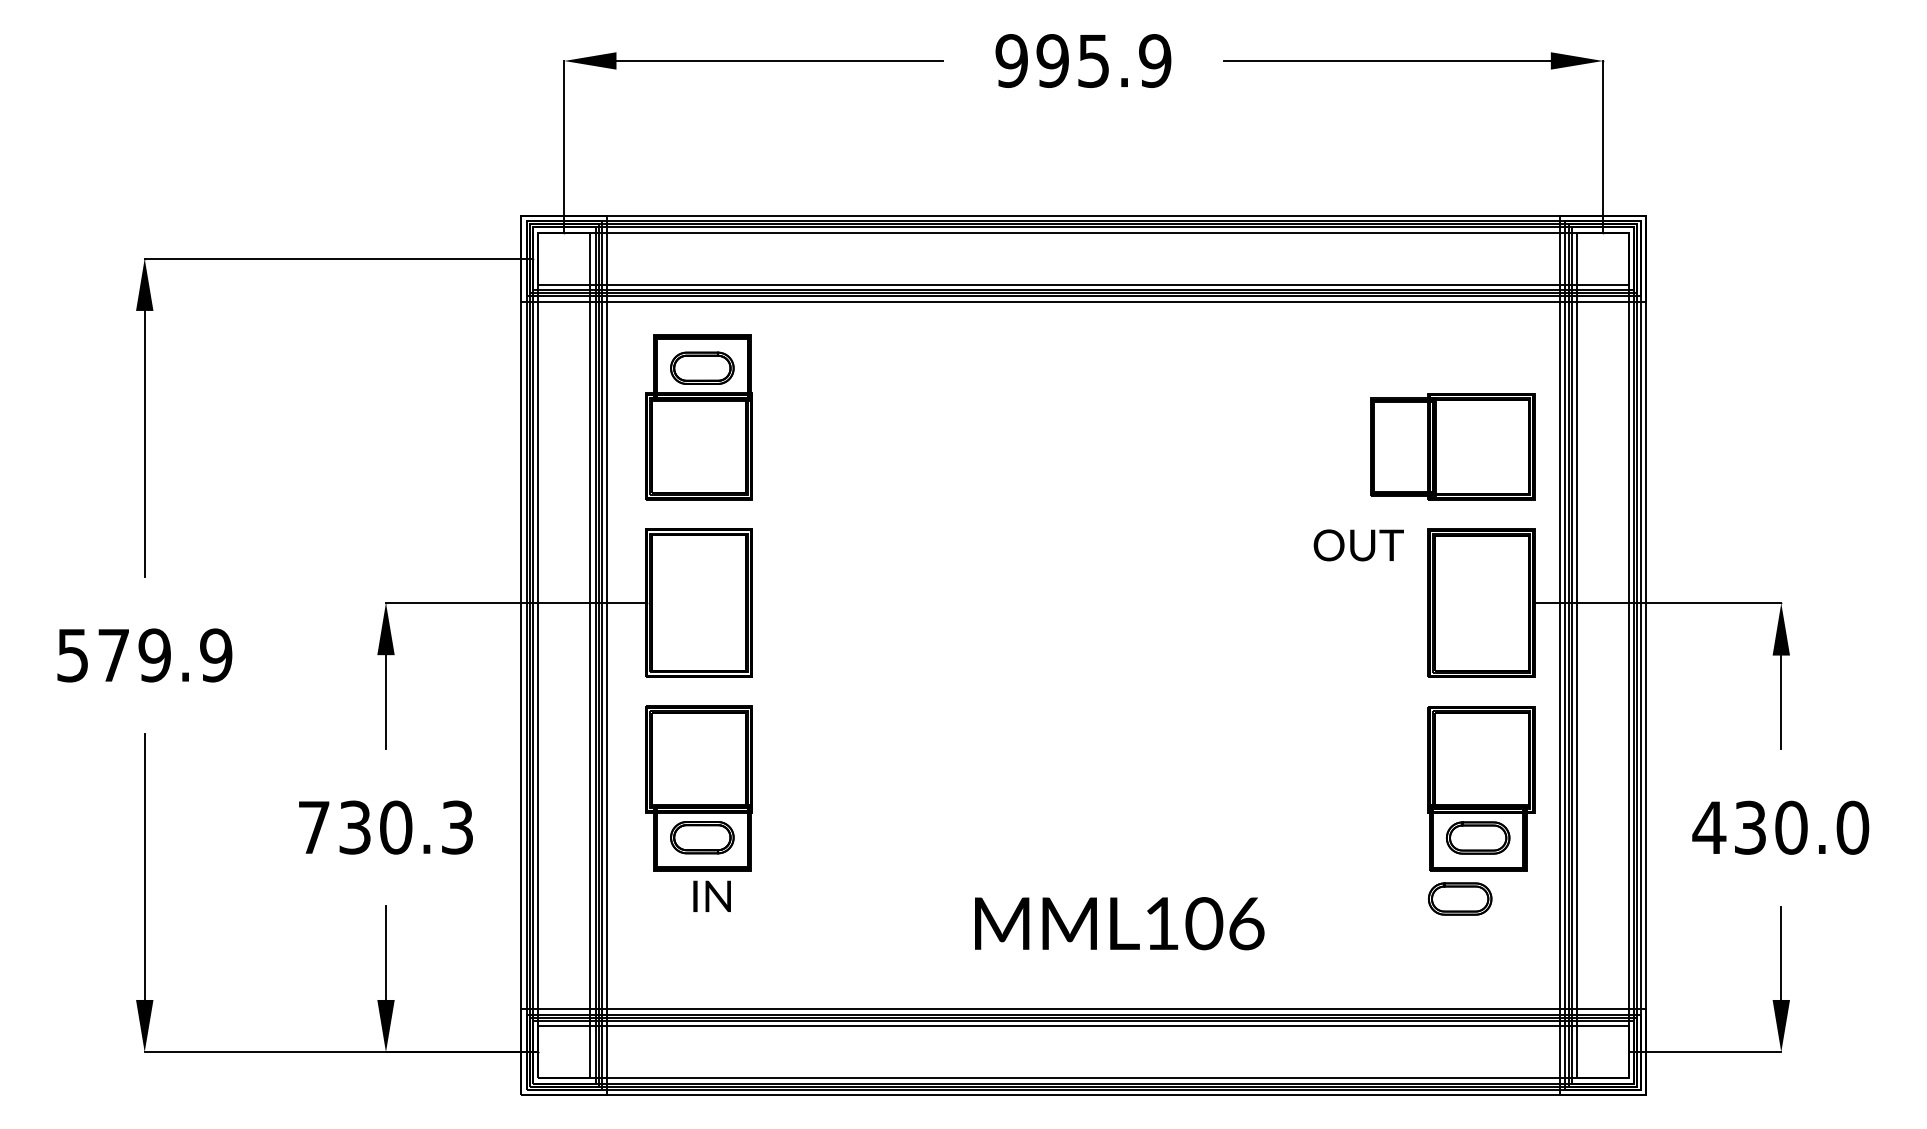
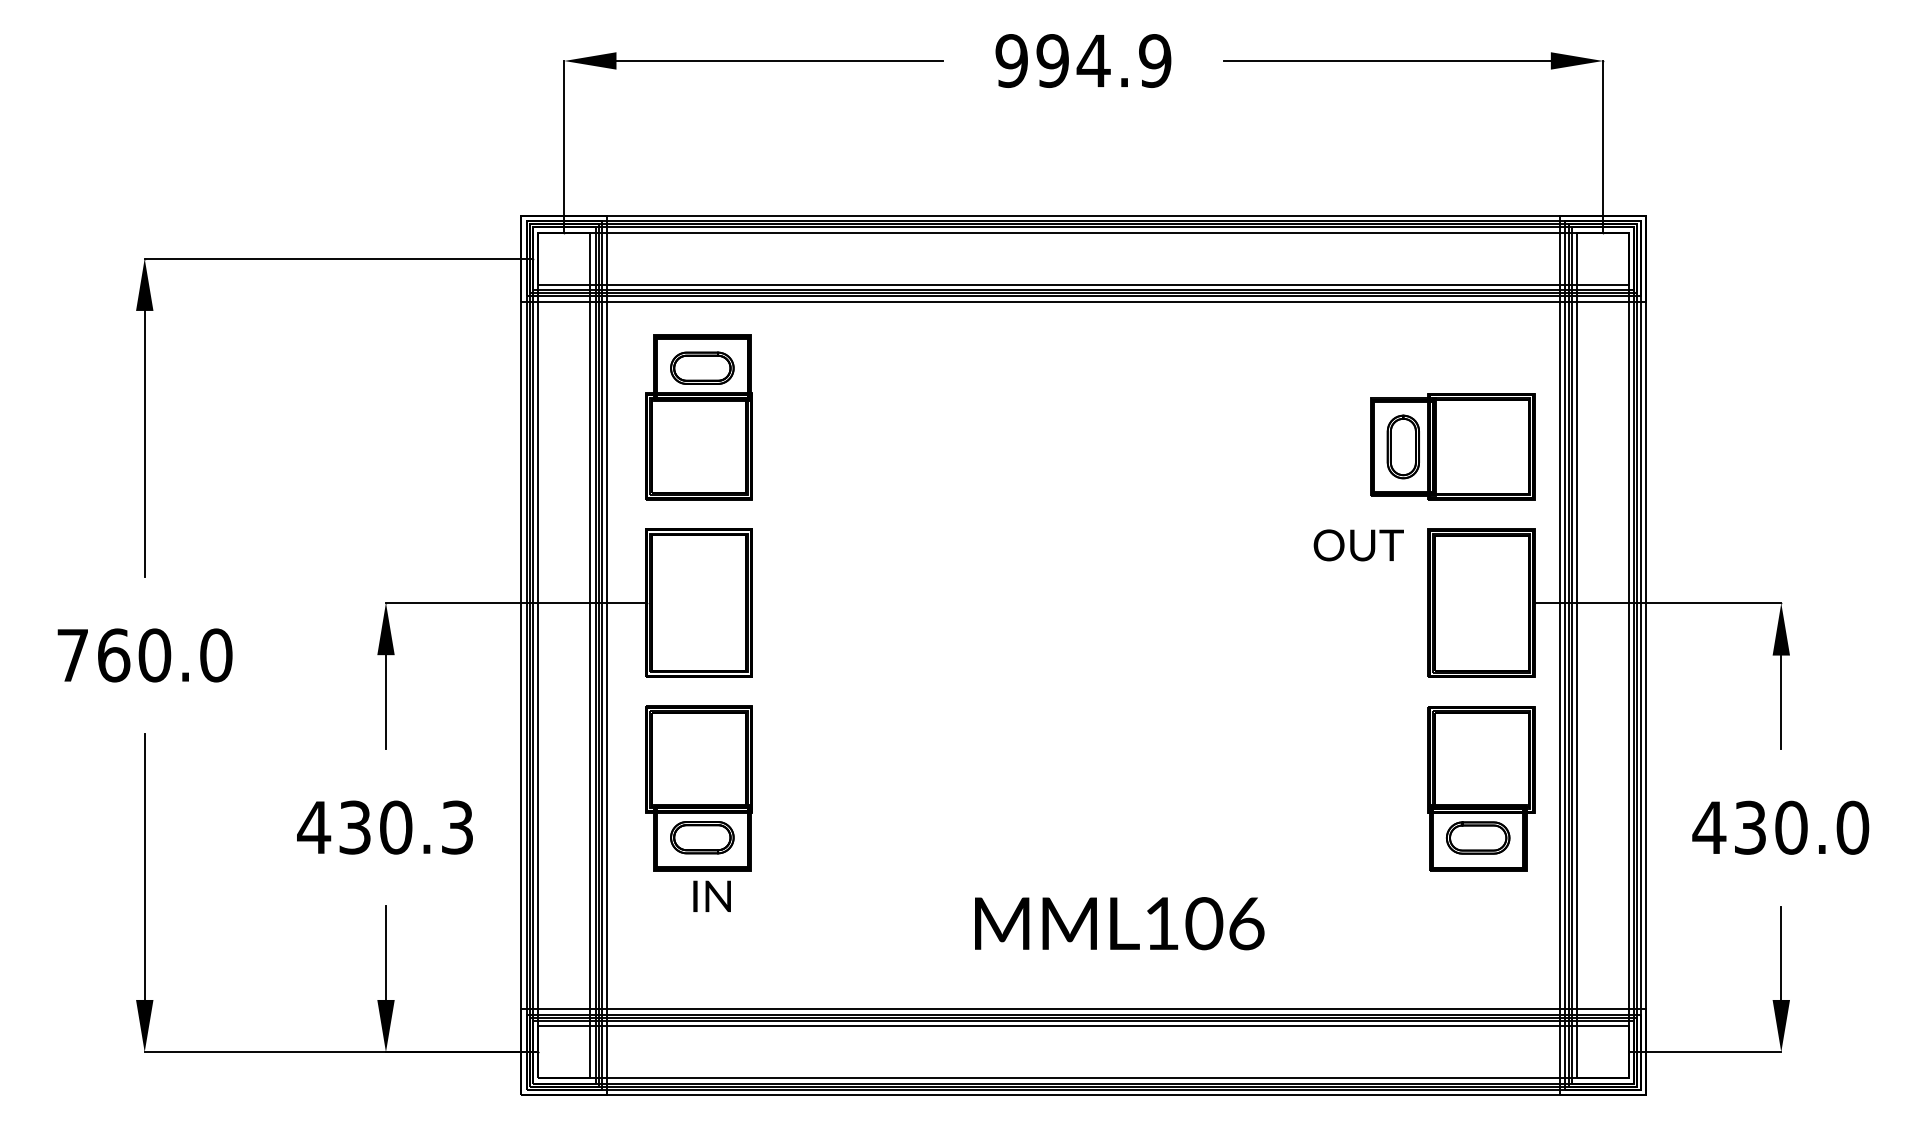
text at (1093, 61): 995.9 -> 994.9
part at (1402, 446): none -> present
text at (144, 655): 579.9 -> 760.0
text at (314, 827): 730.3 -> 430.3
part at (1460, 898): present -> none
